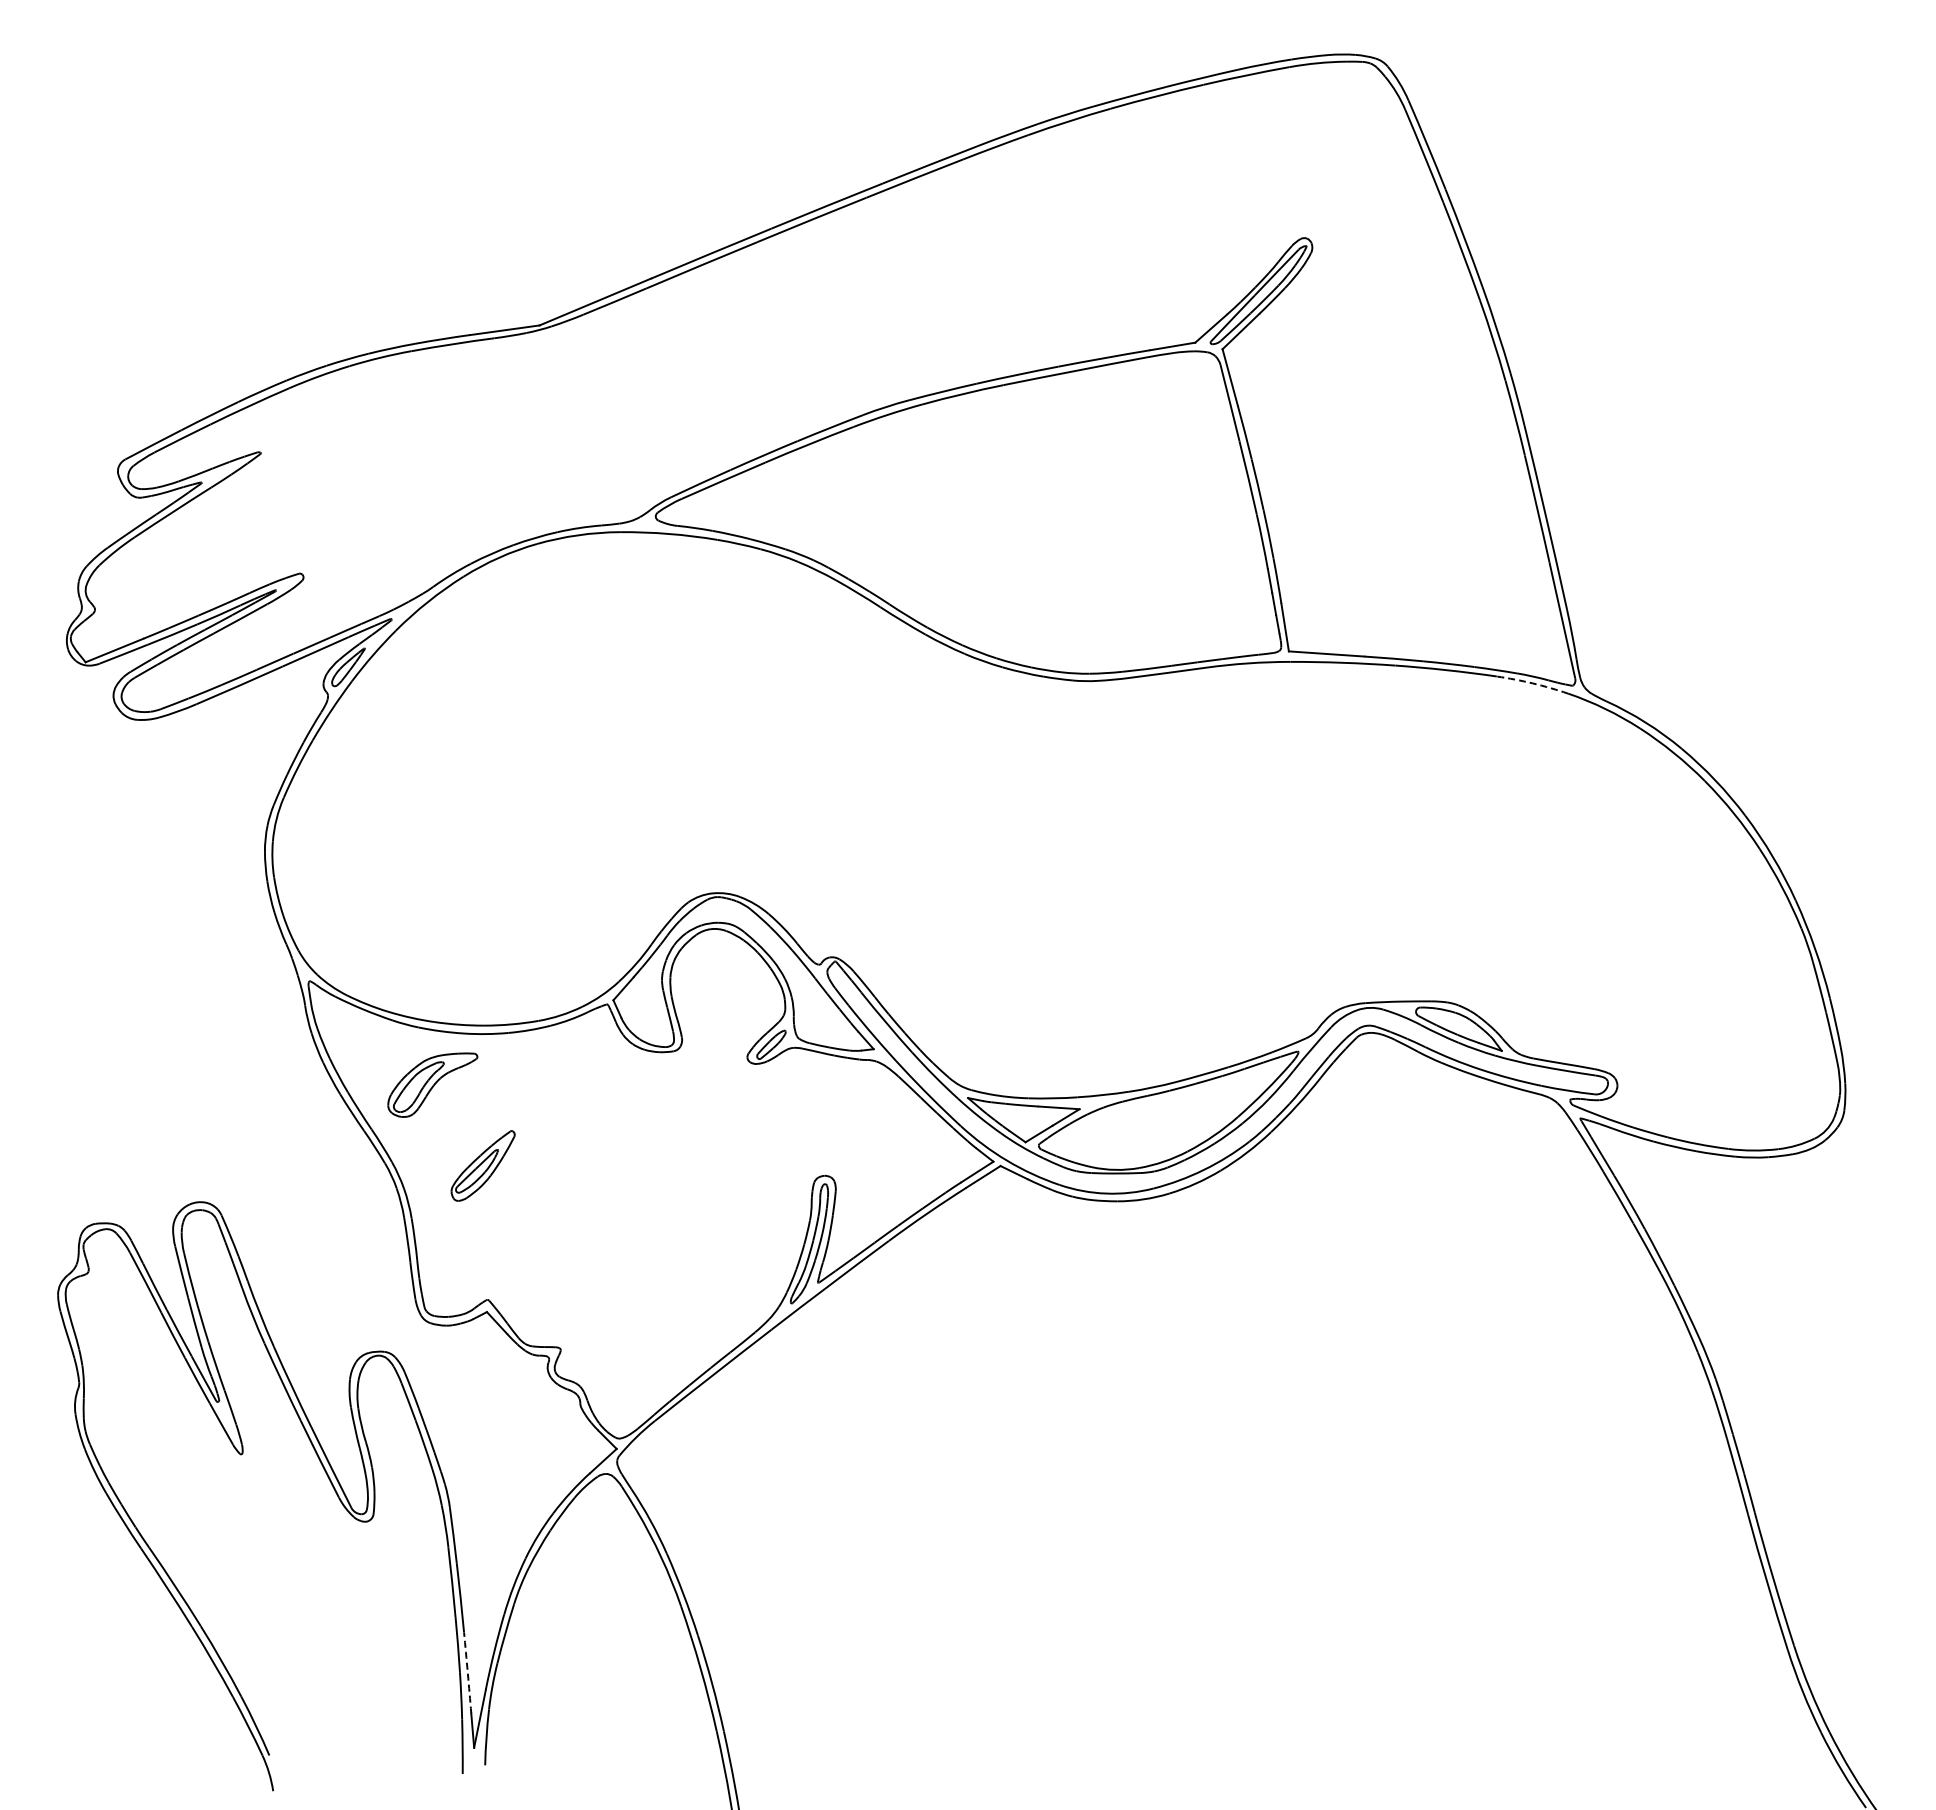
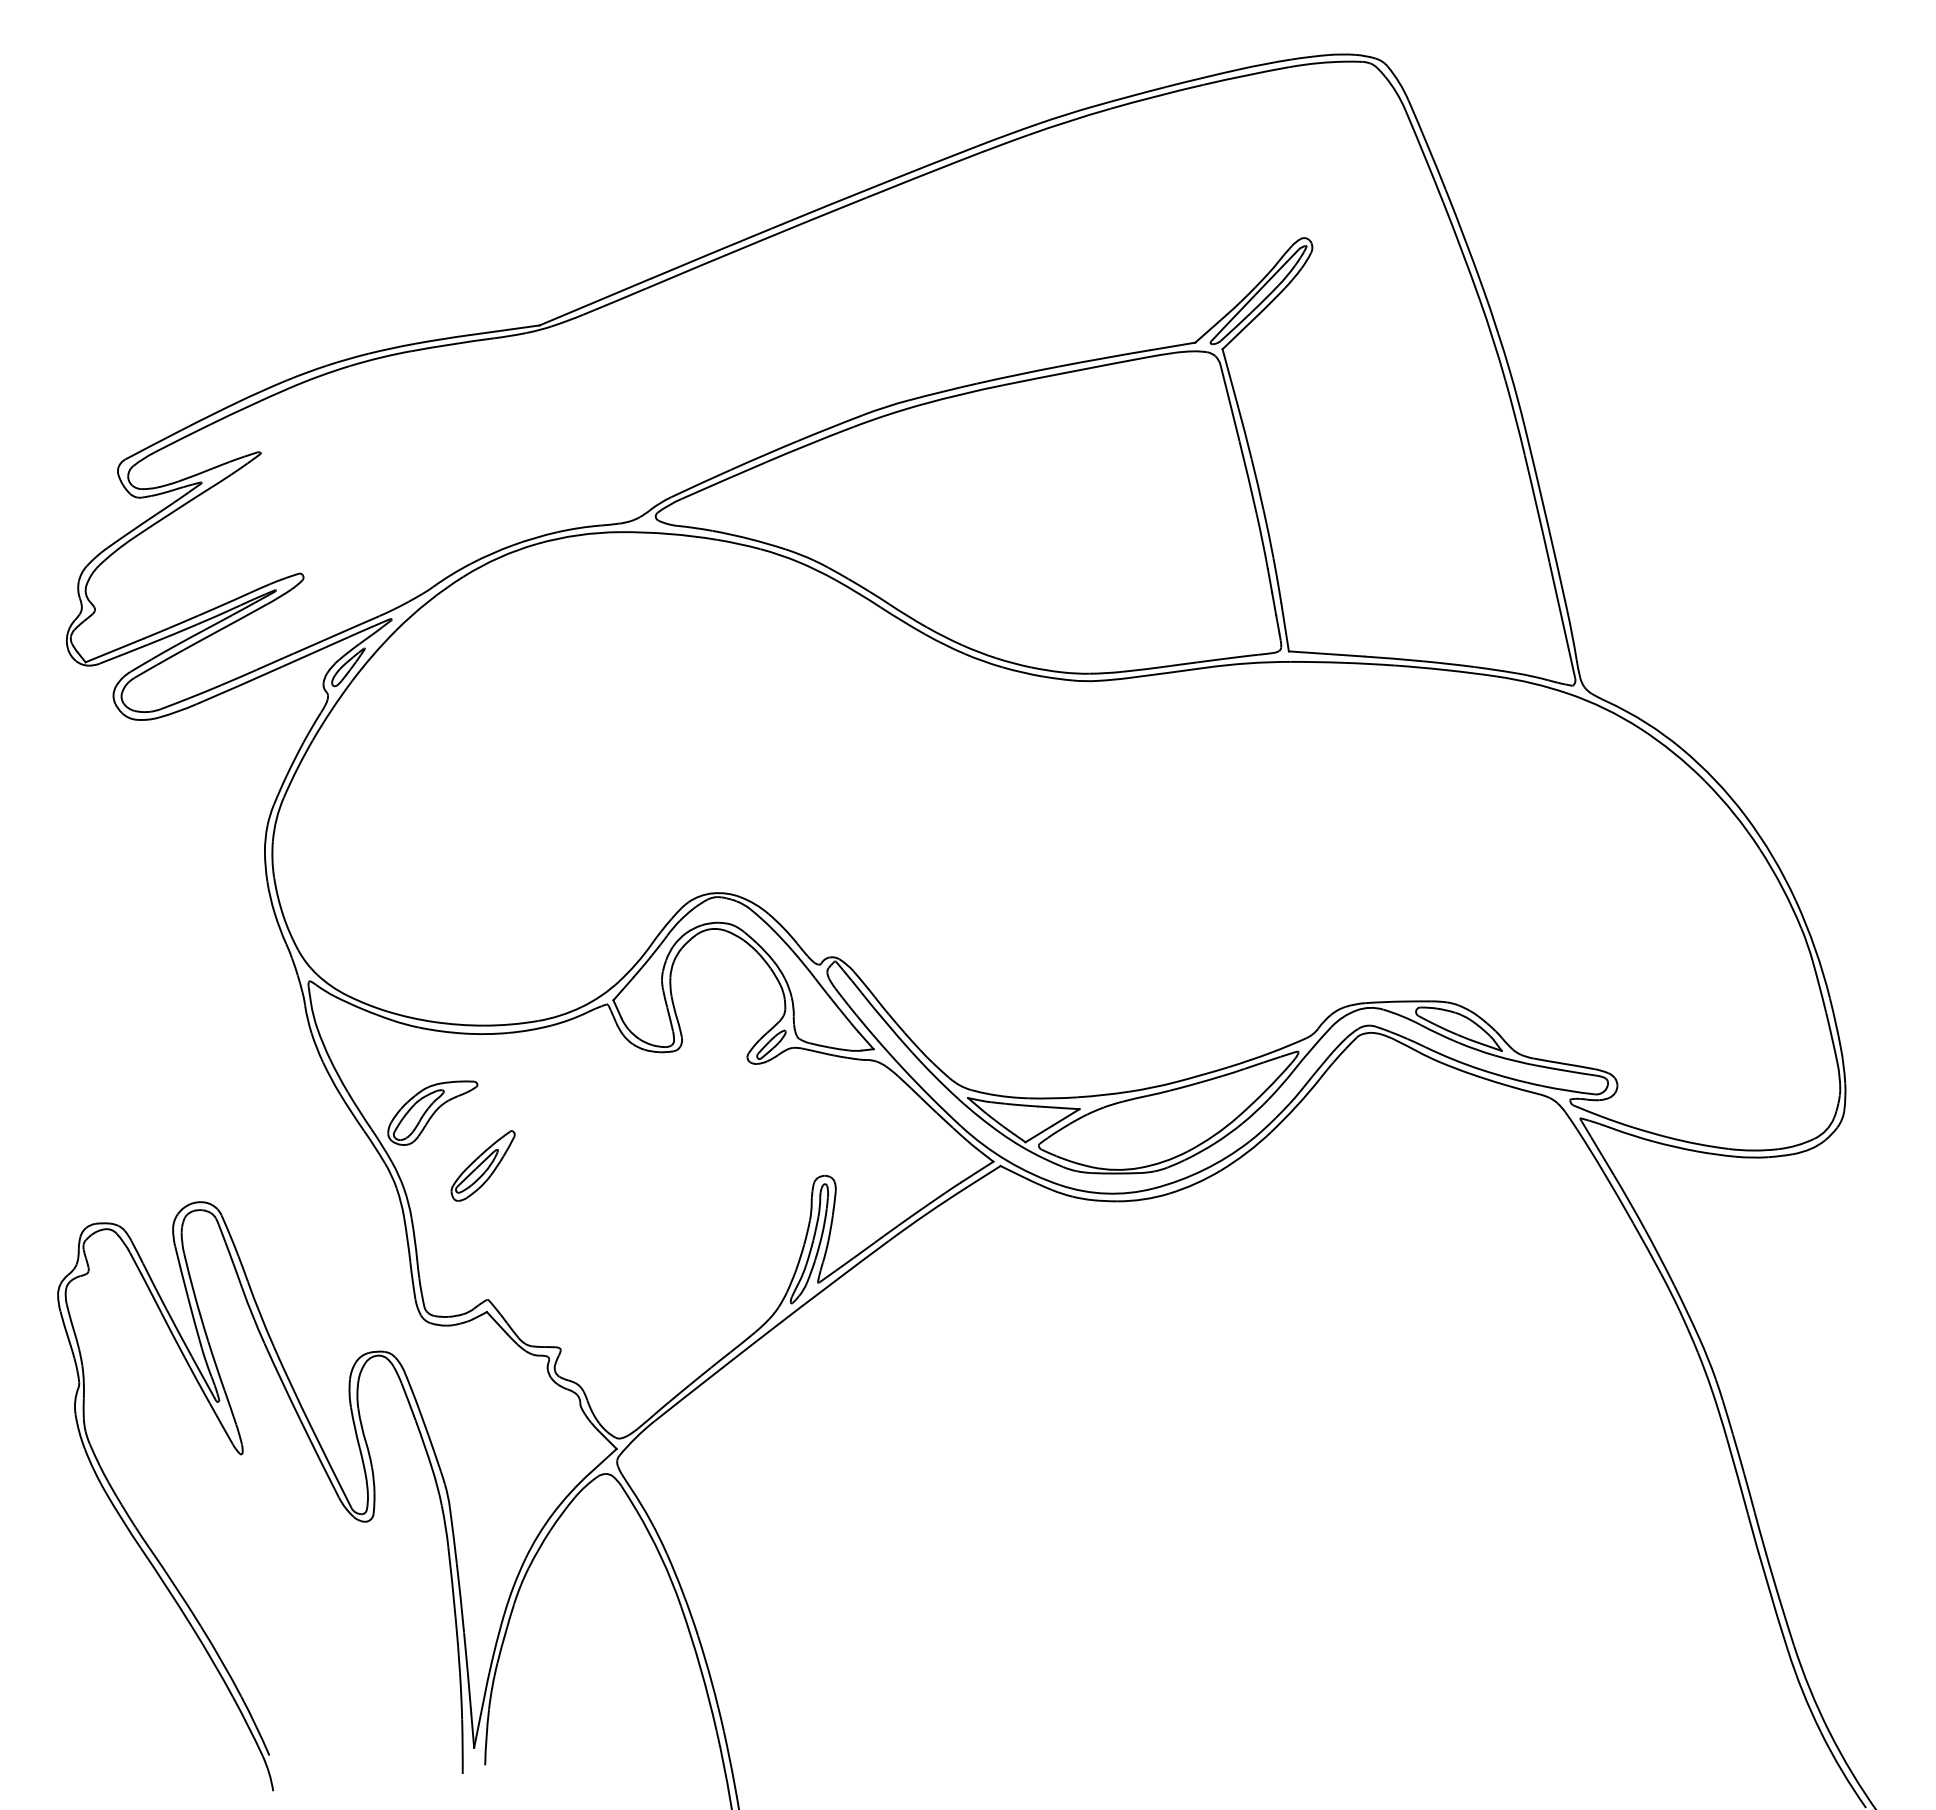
arc at (1532, 683): dashed -> solid
part at (432, 1084) position: (432, 1084) -> (432, 1112)
arc at (467, 1673): dashed -> solid
